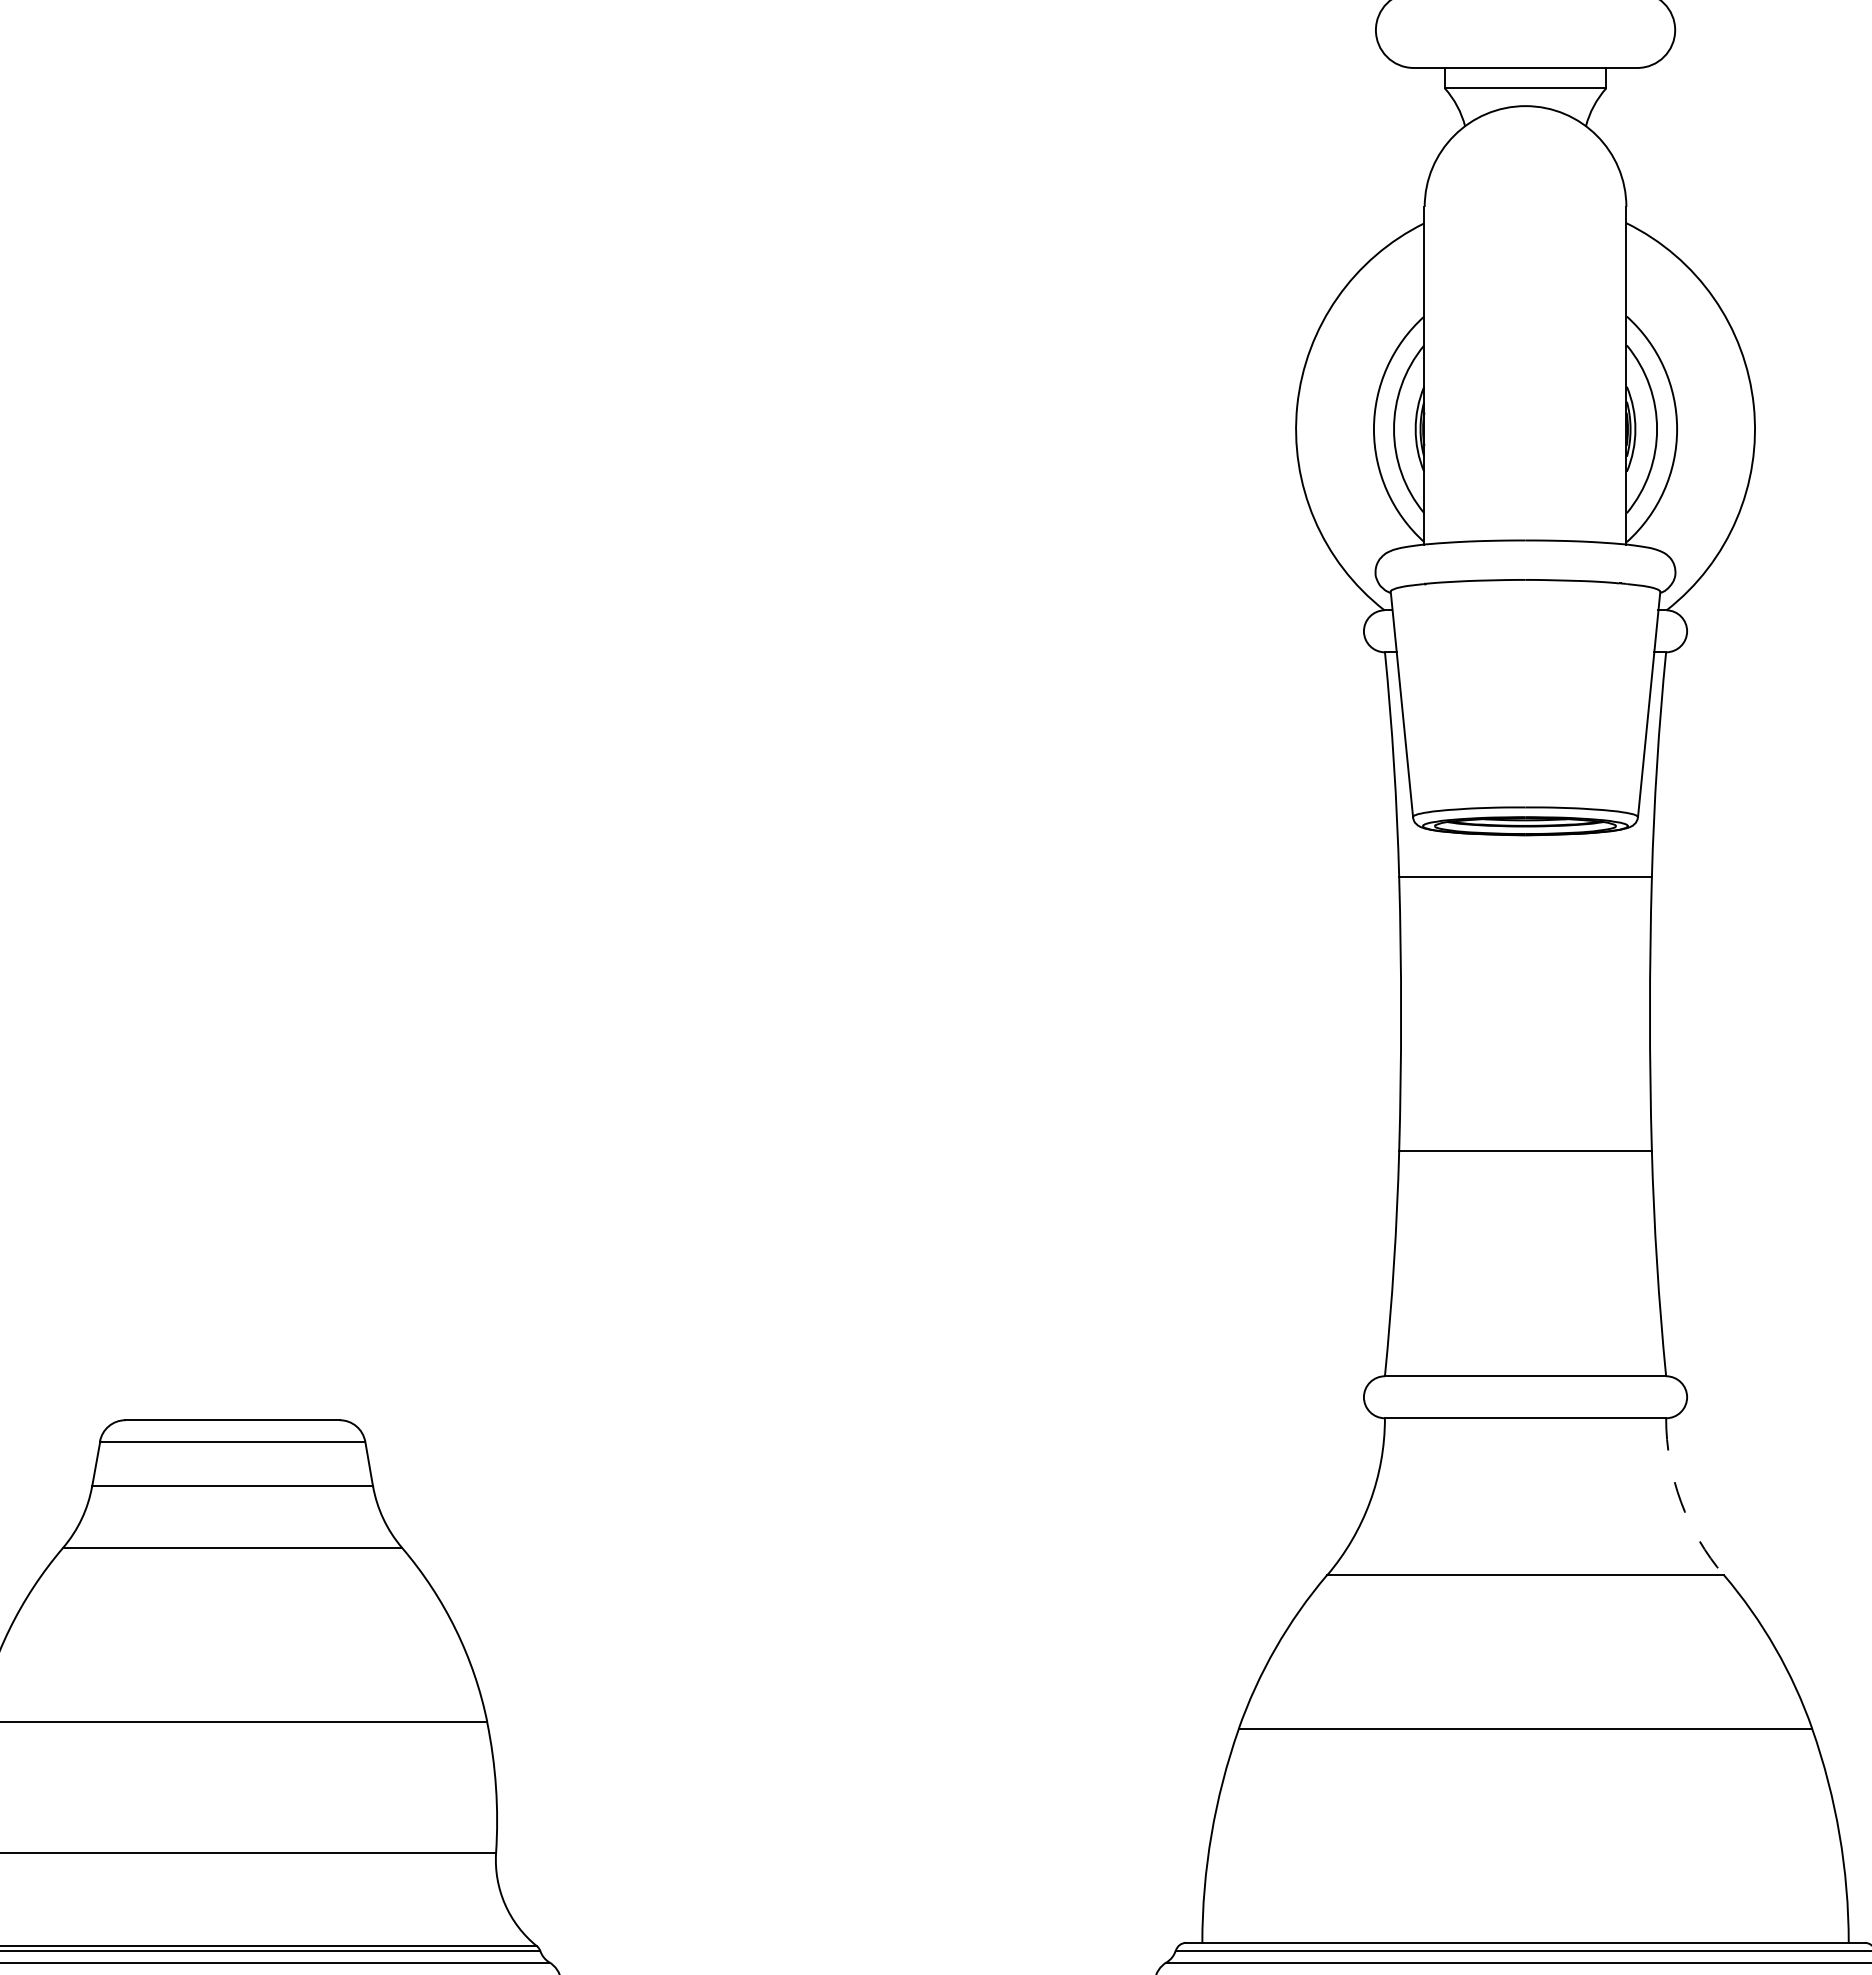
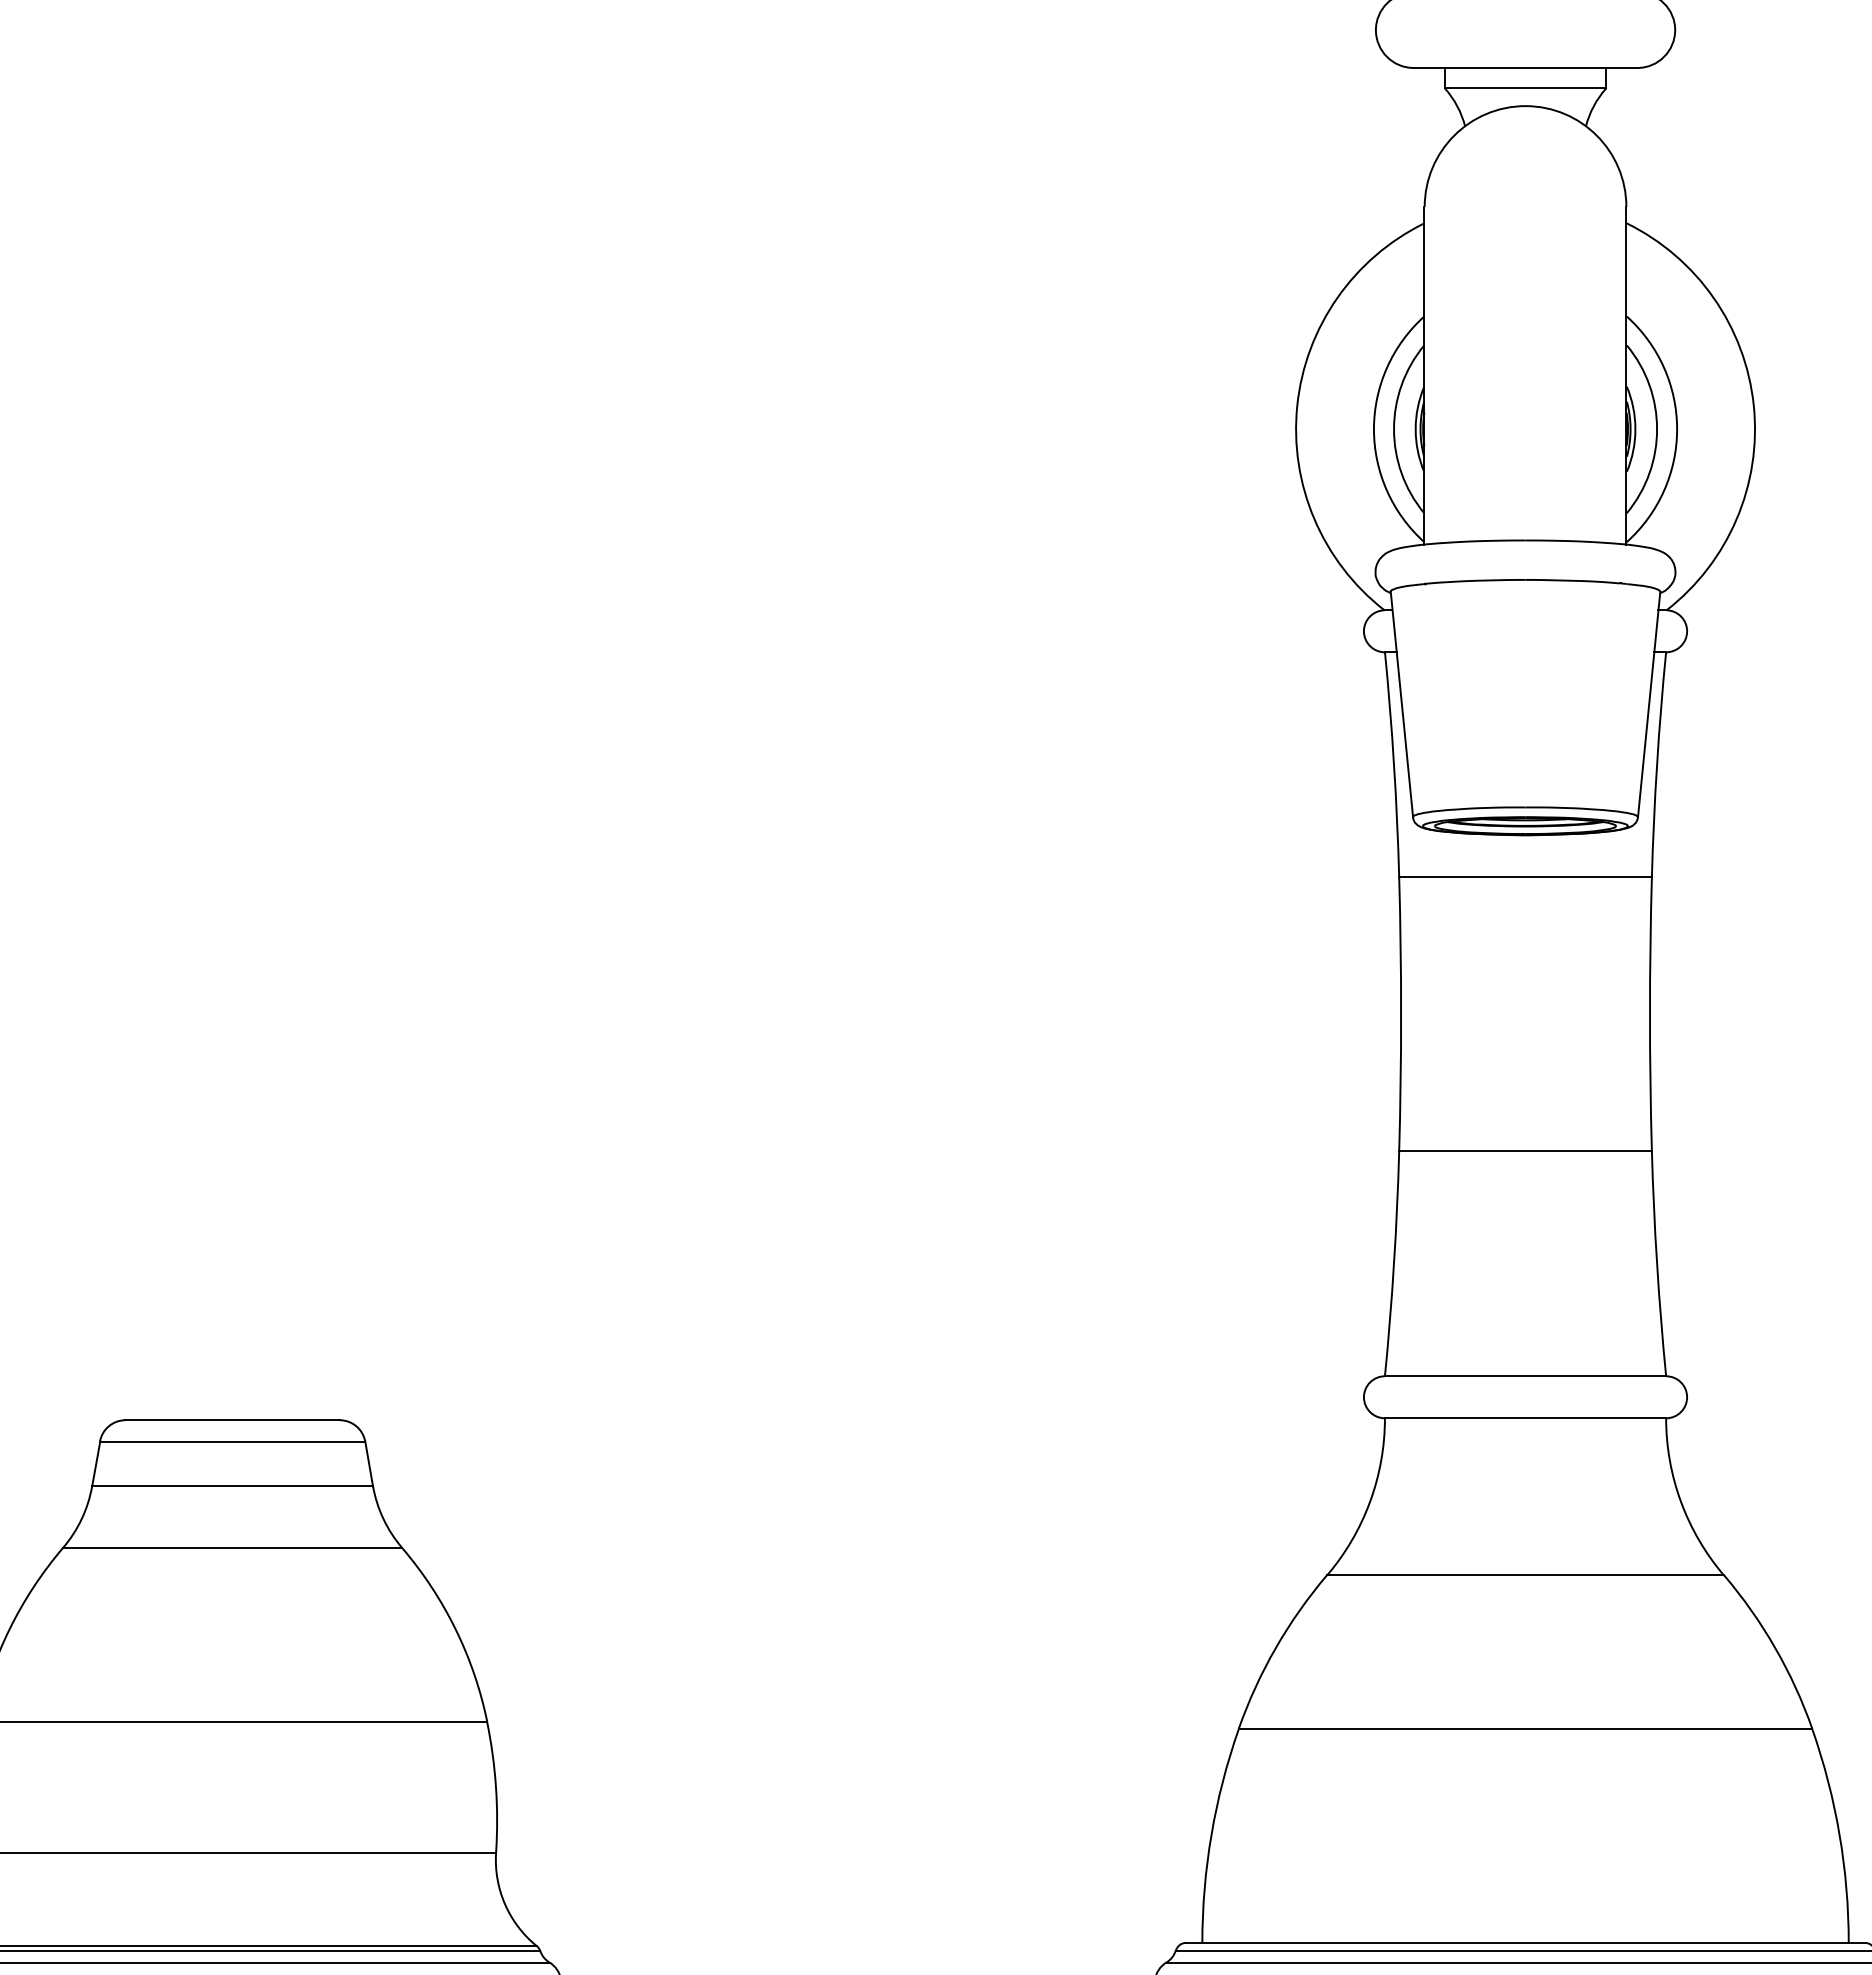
arc at (1681, 1502): dashed -> solid
